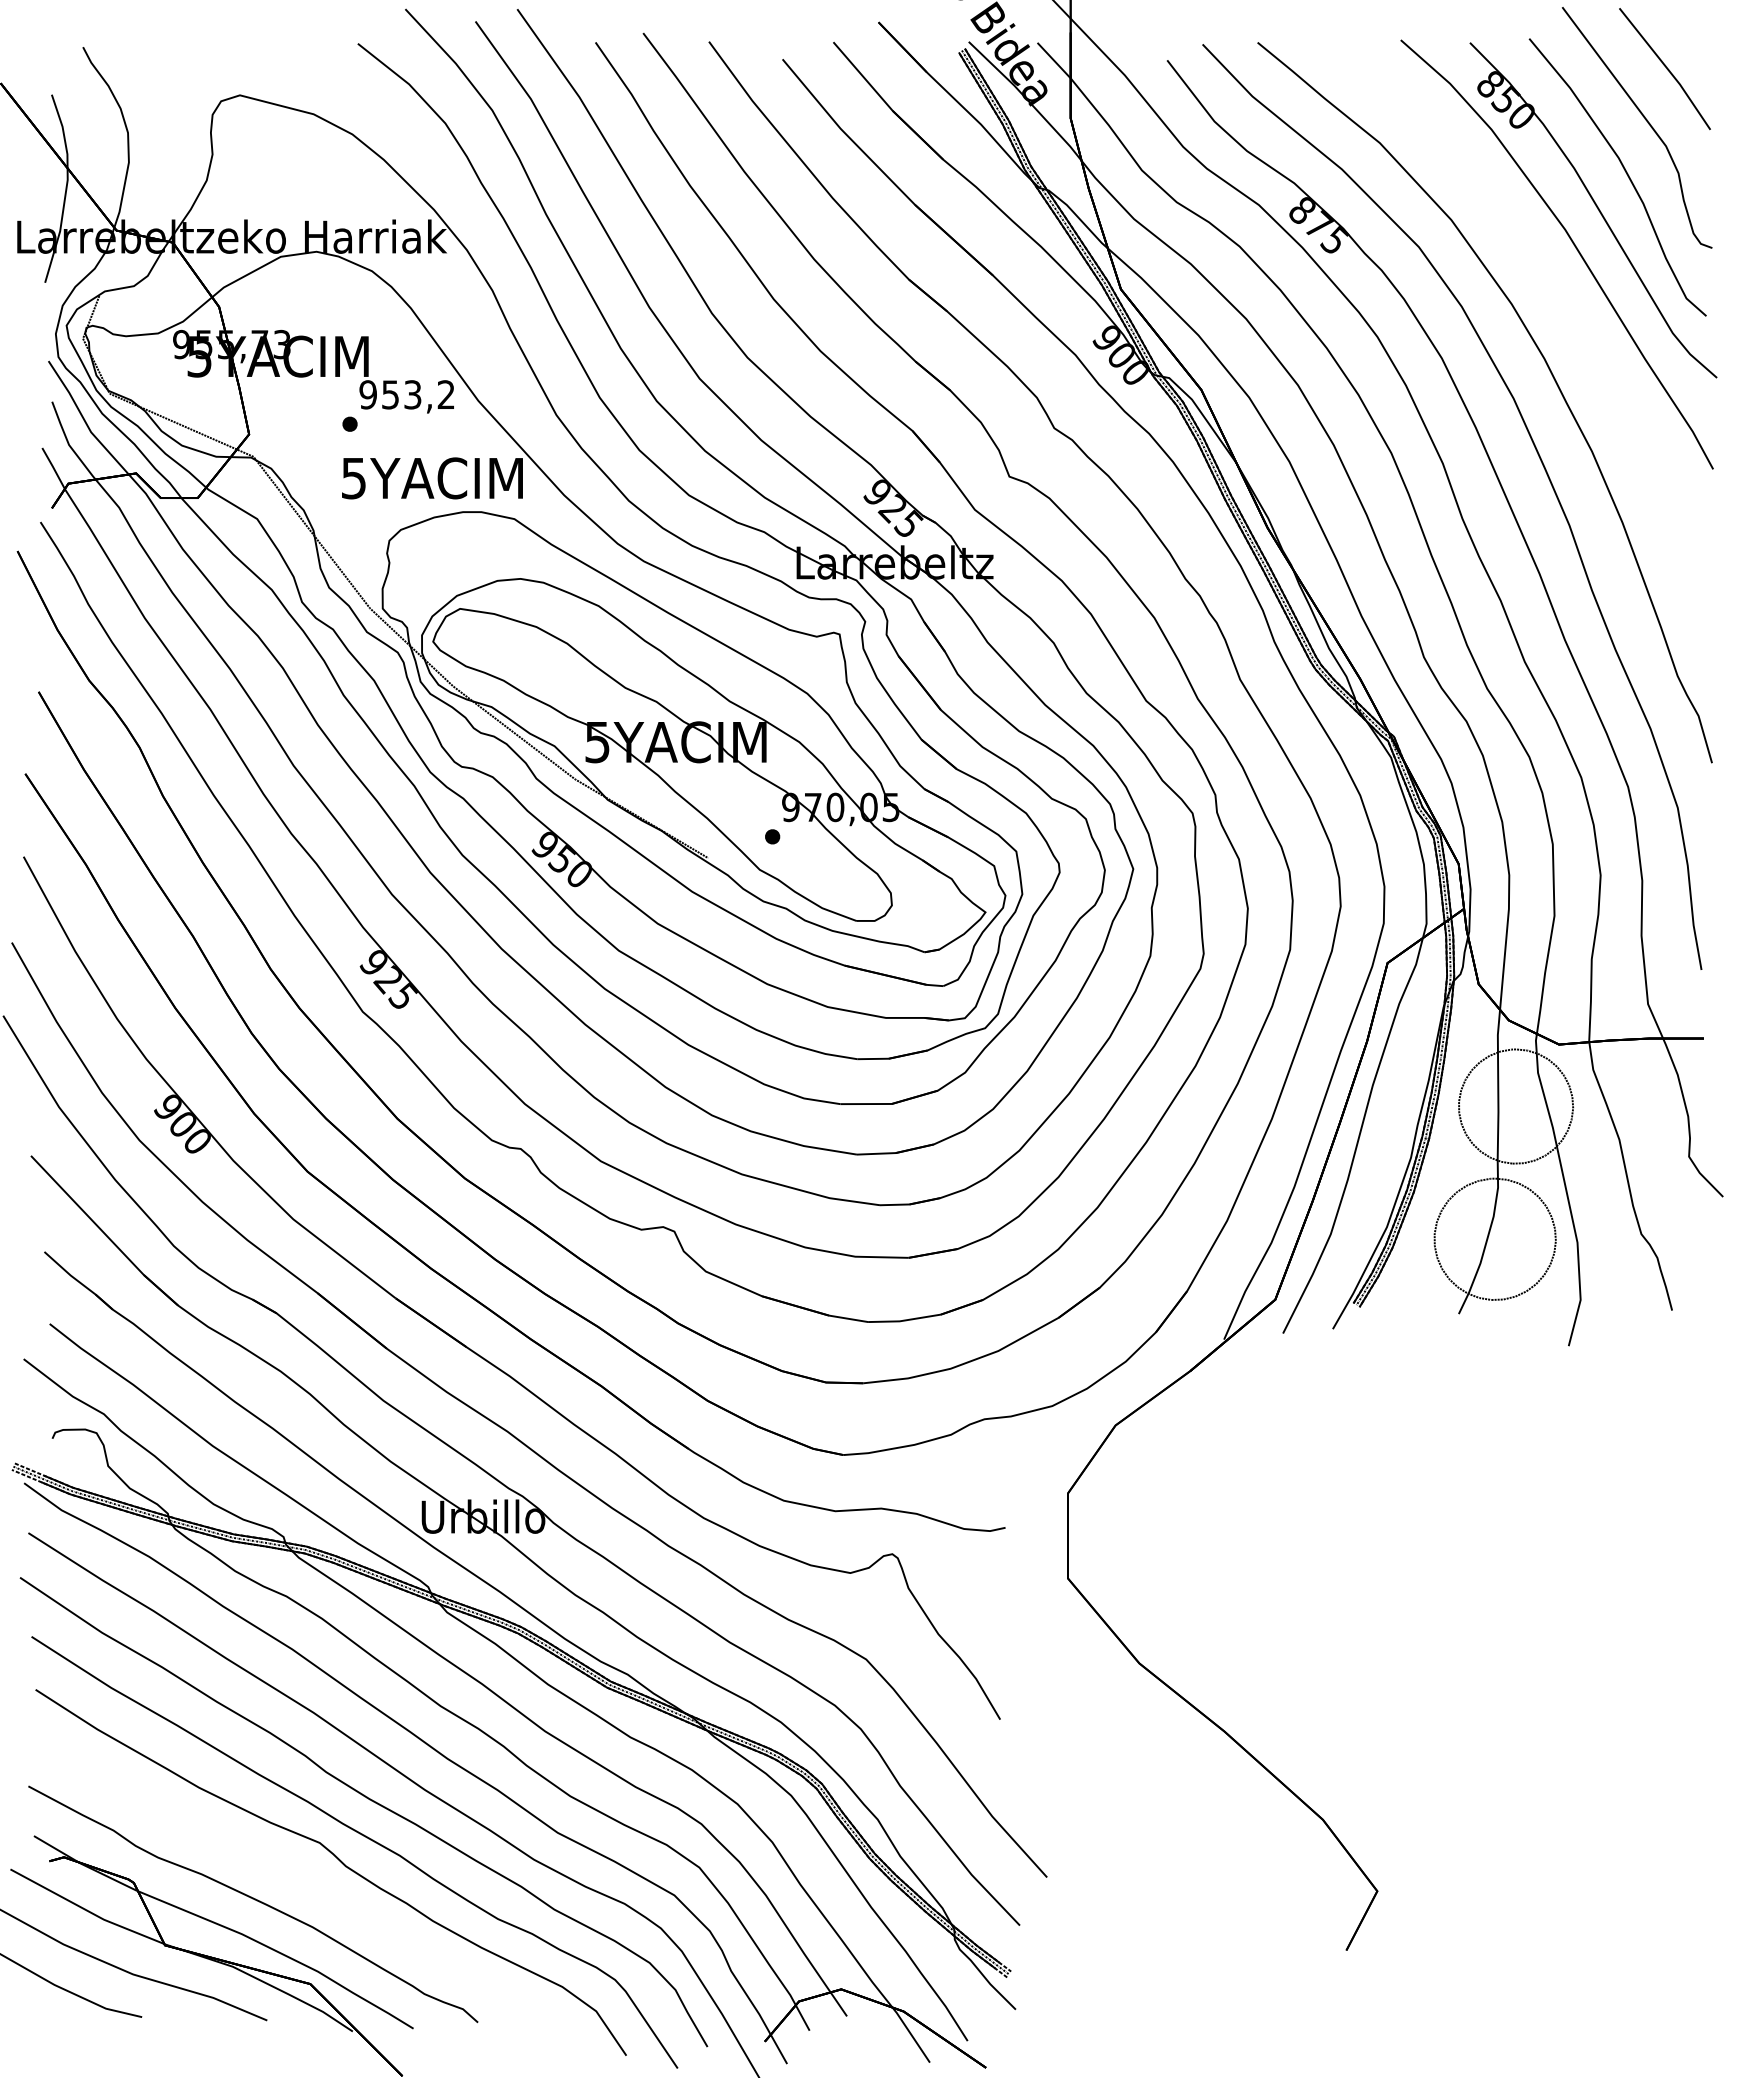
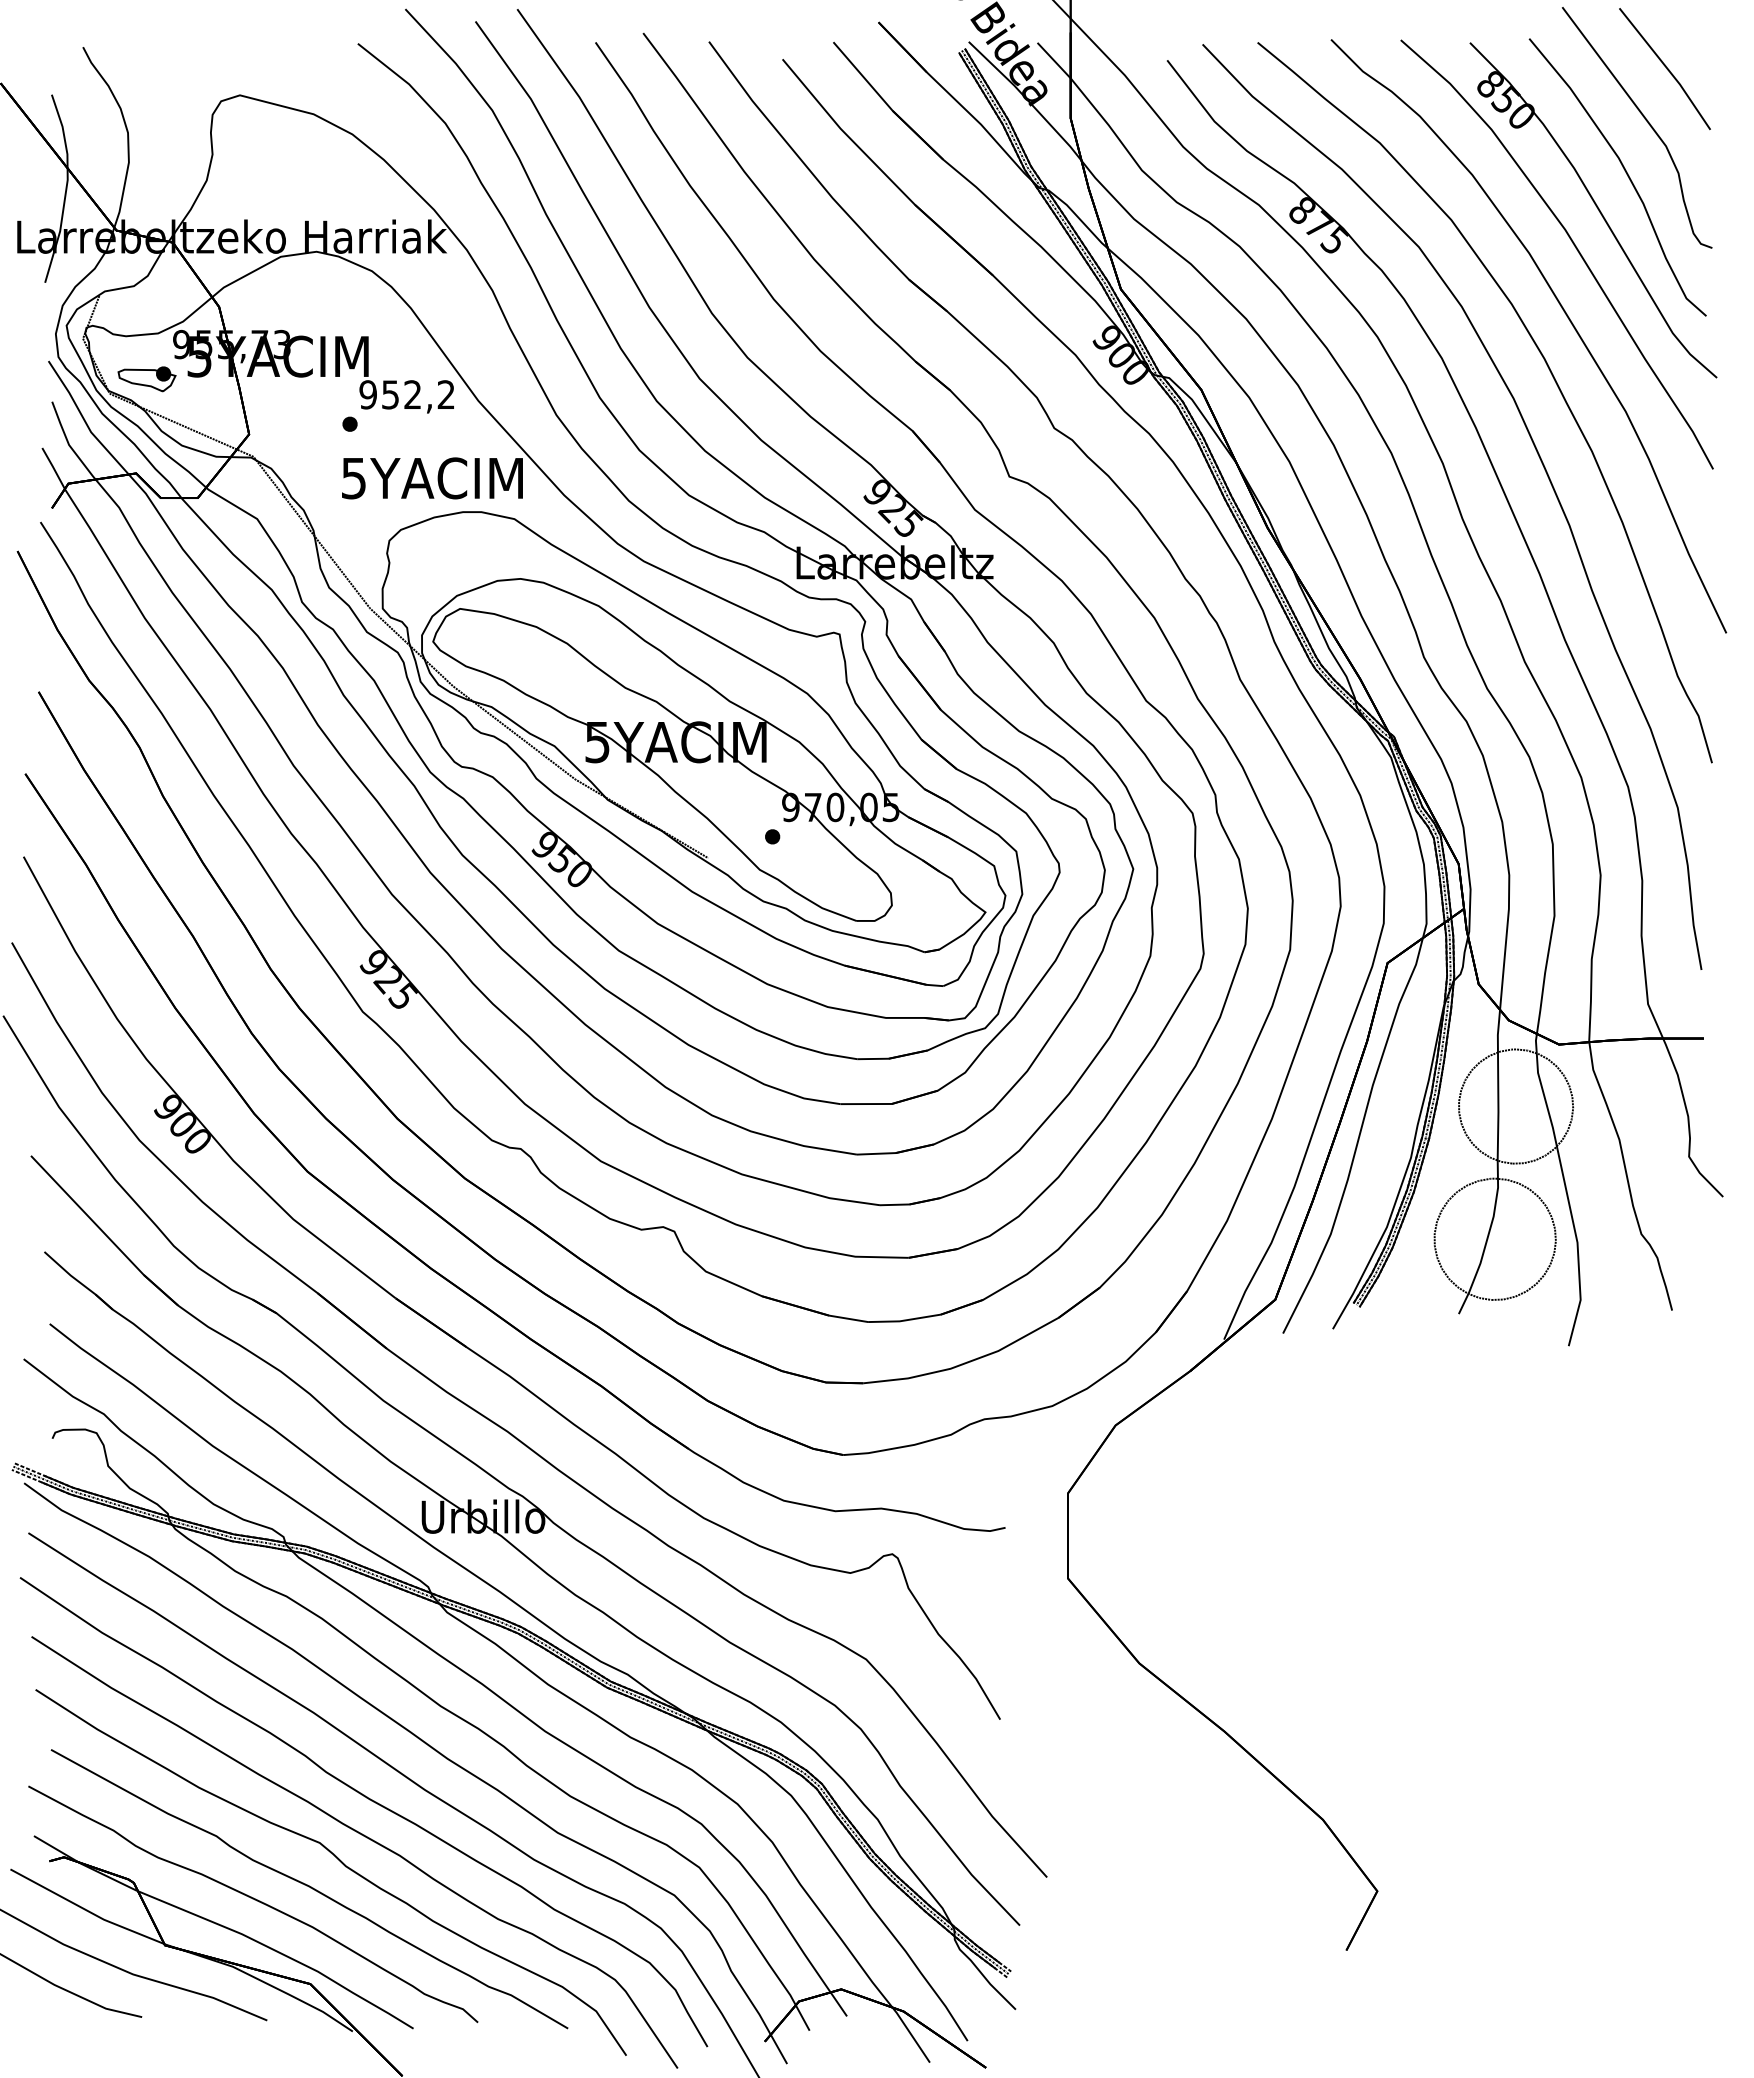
curve at (1564, 313): none -> present
part at (146, 379): none -> present
text at (412, 394): 953,2 -> 952,2
part at (309, 1889): none -> present
